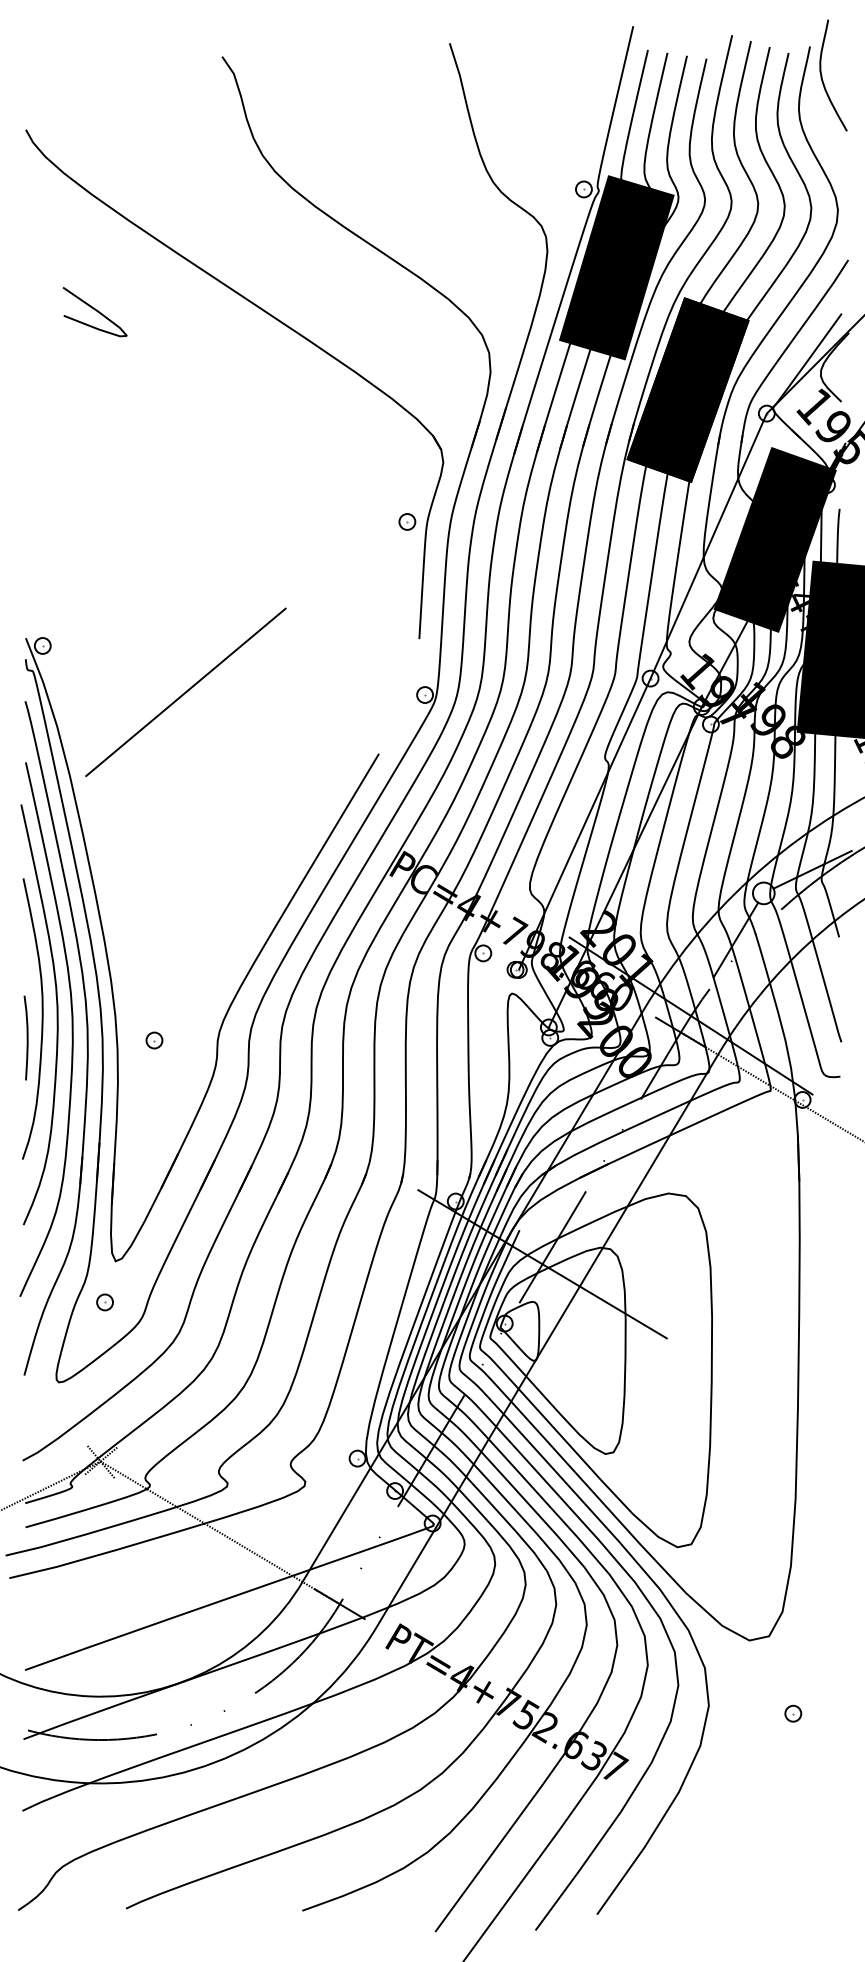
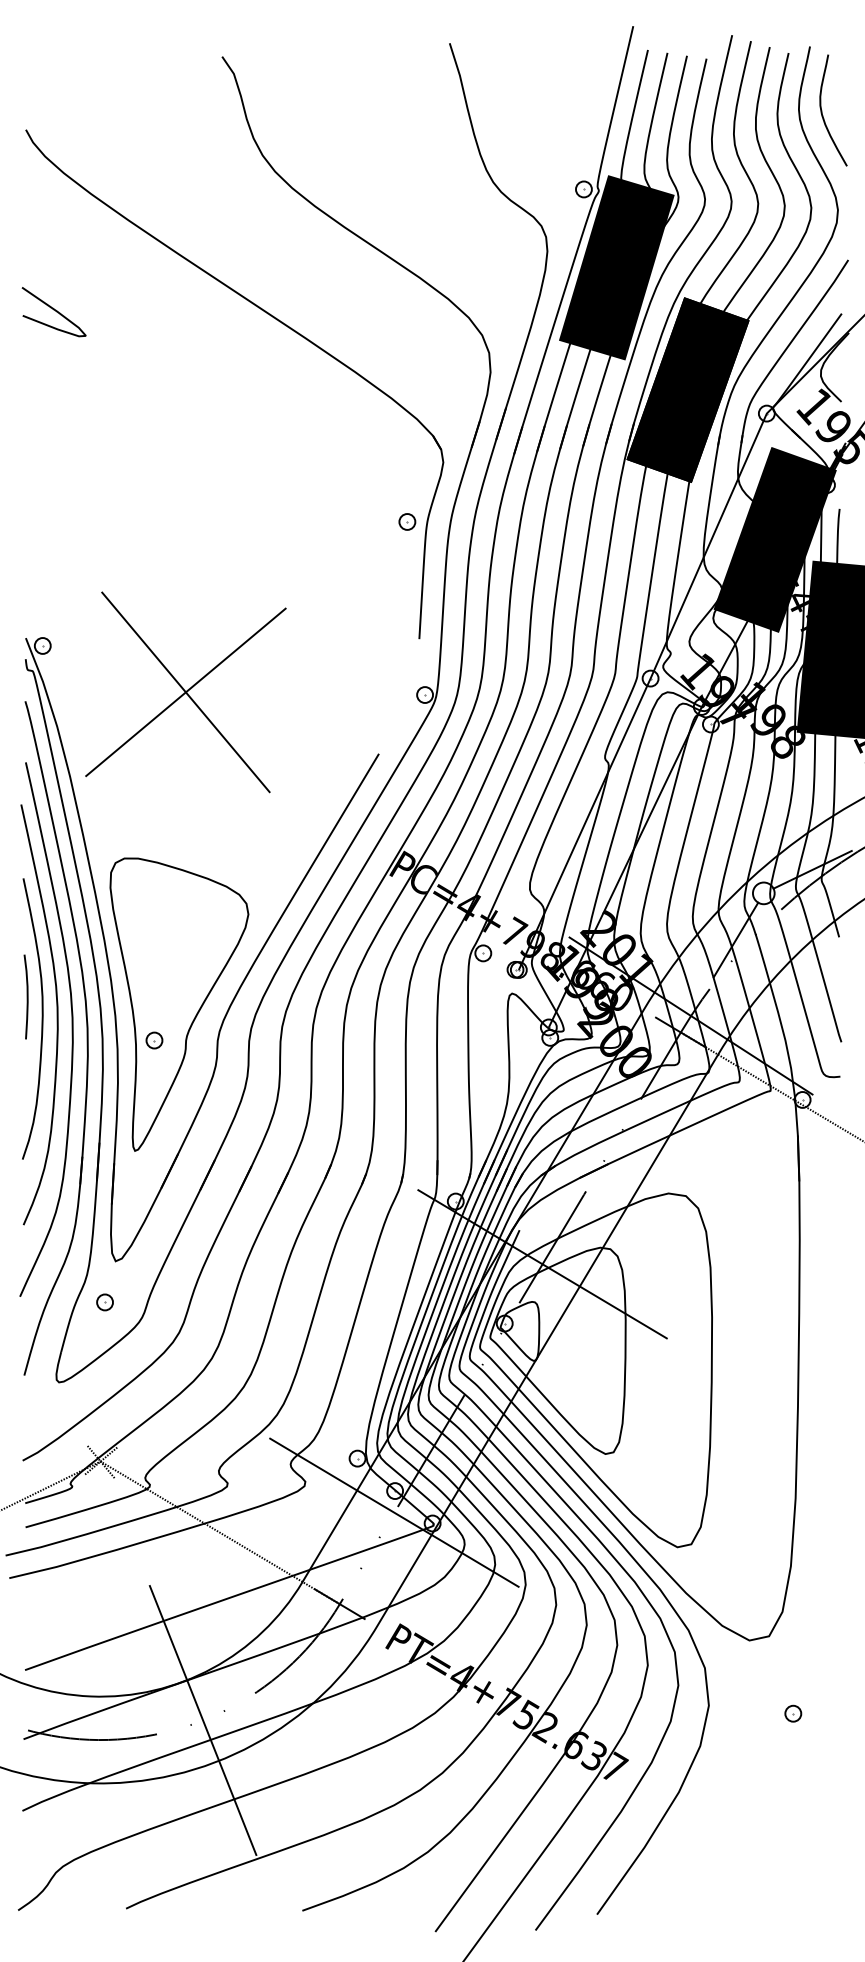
curve at (822, 75) position: (822, 75) -> (822, 110)
curve at (94, 310) position: (94, 310) -> (53, 310)
line at (185, 692): none -> present
part at (179, 1004): none -> present
curve at (26, 1037) position: (26, 1037) -> (26, 996)
line at (394, 1512): none -> present
line at (202, 1720): none -> present
